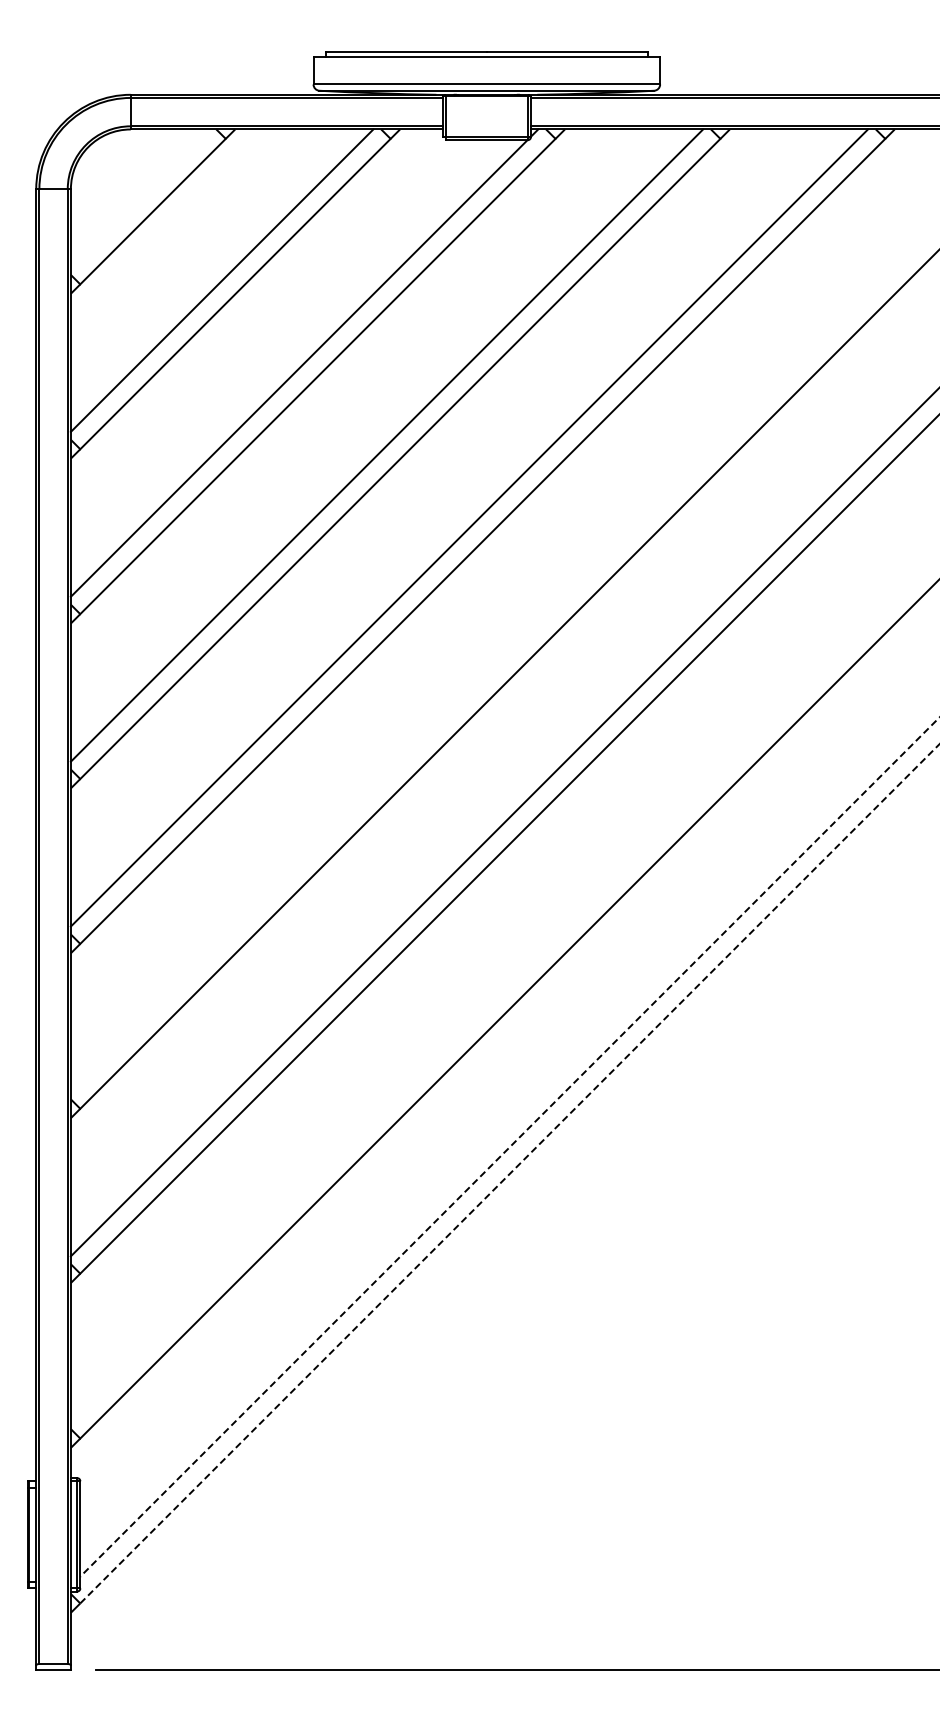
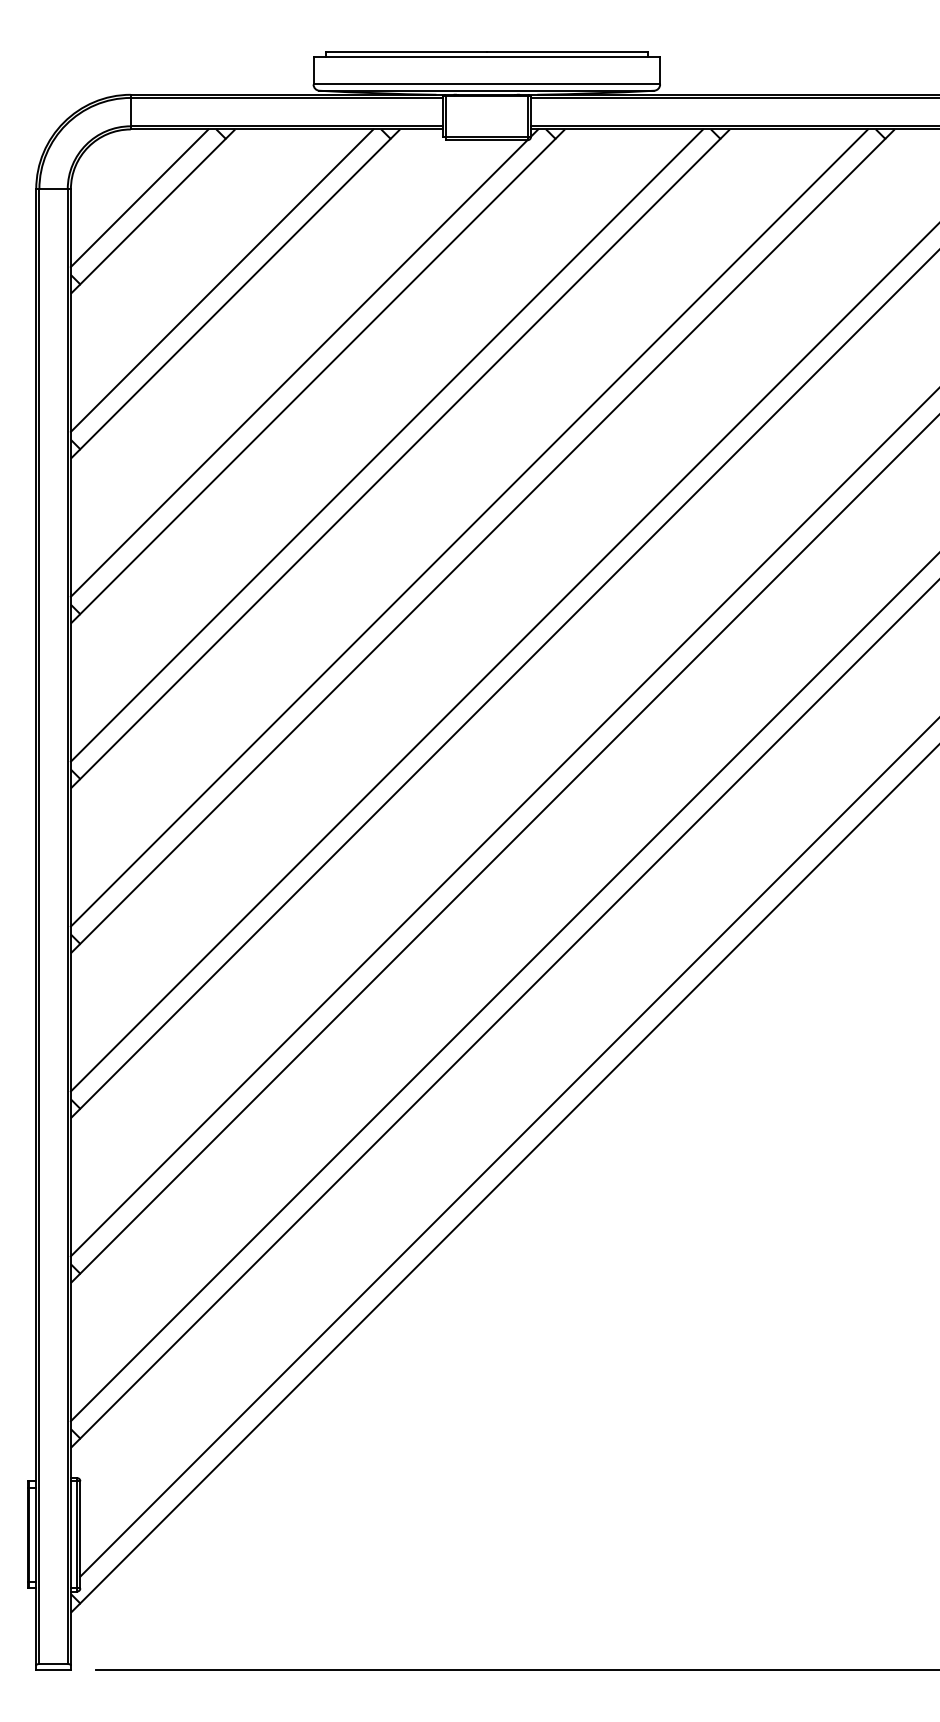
line at (139, 198): none -> present
line at (503, 658): none -> present
line at (503, 988): none -> present
line at (509, 1147): dashed -> solid
line at (510, 1173): dashed -> solid
